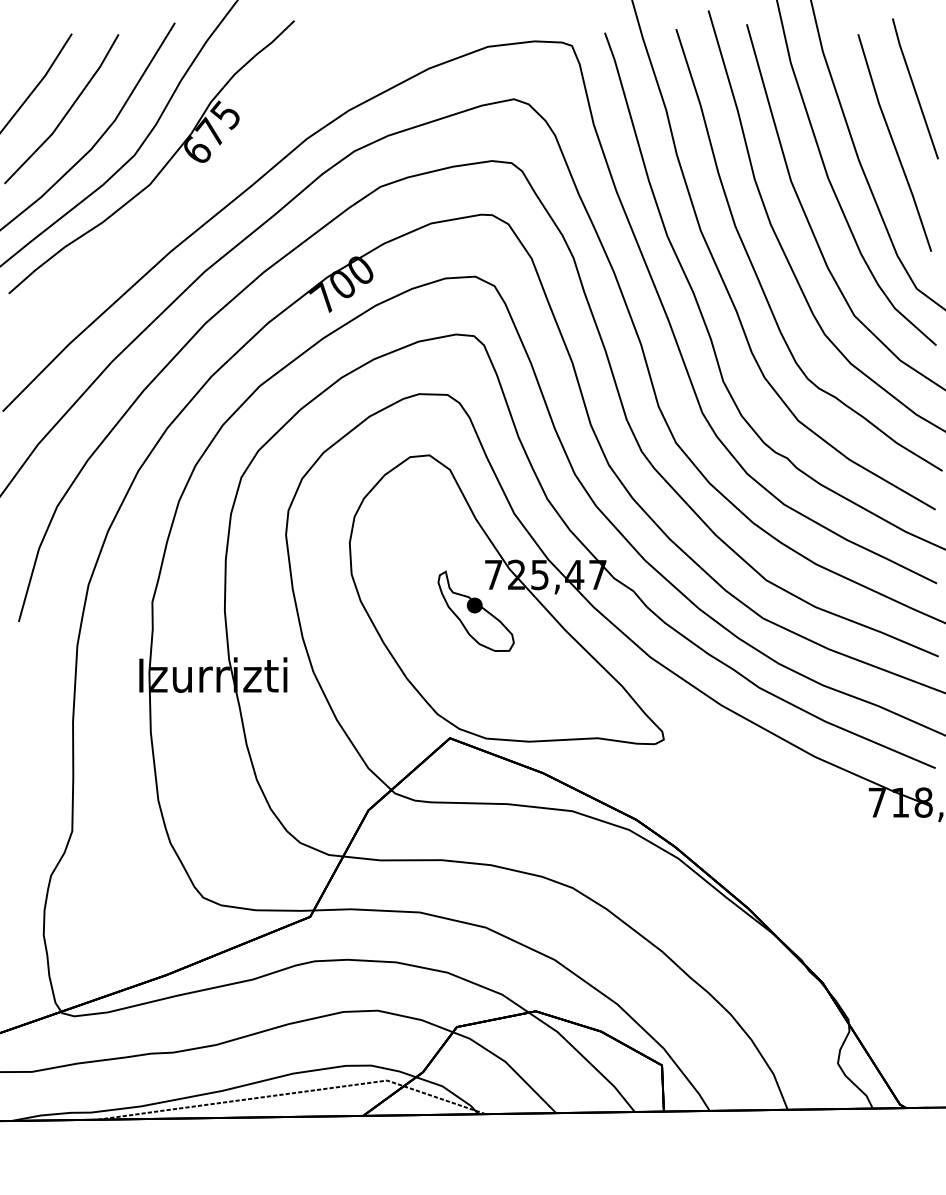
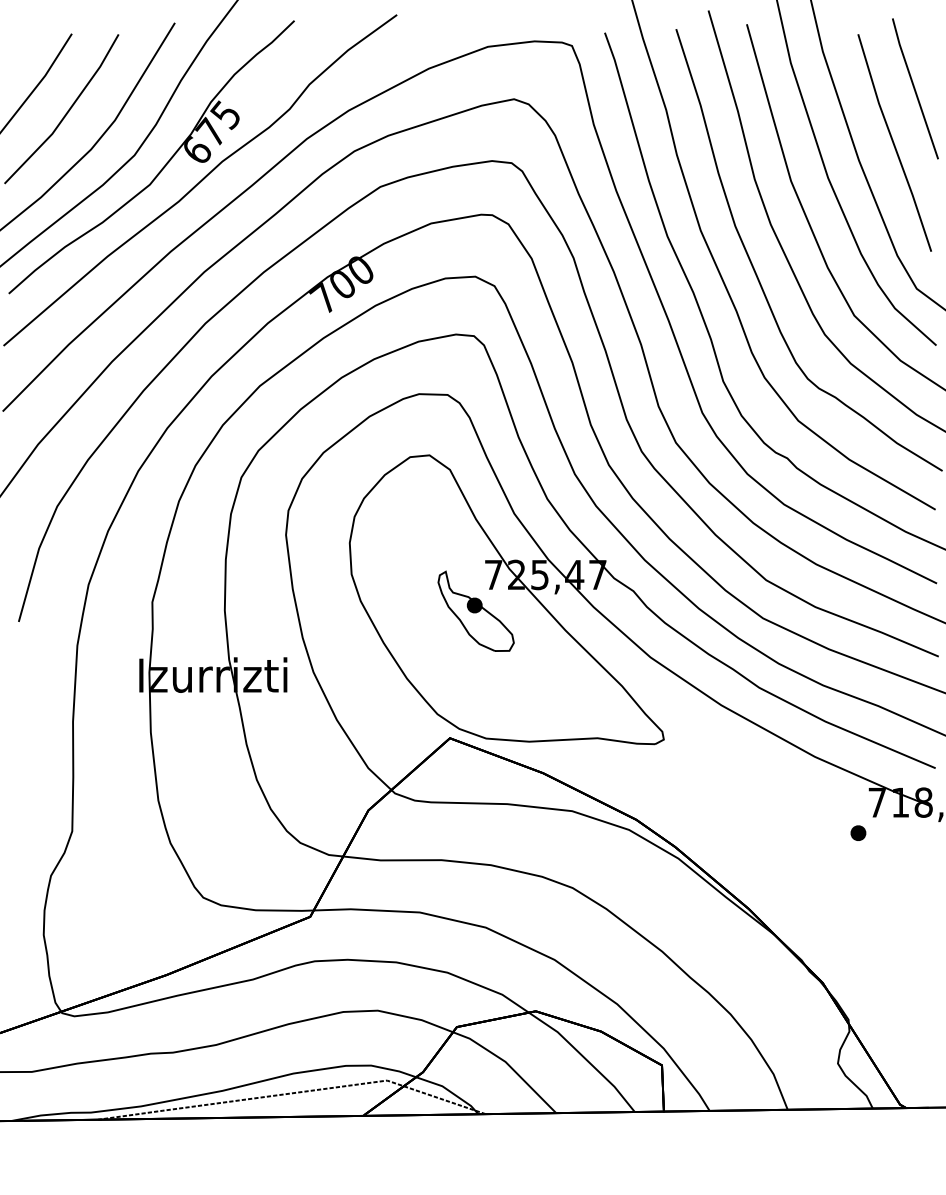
curve at (200, 180): none -> present
part at (858, 832): none -> present
